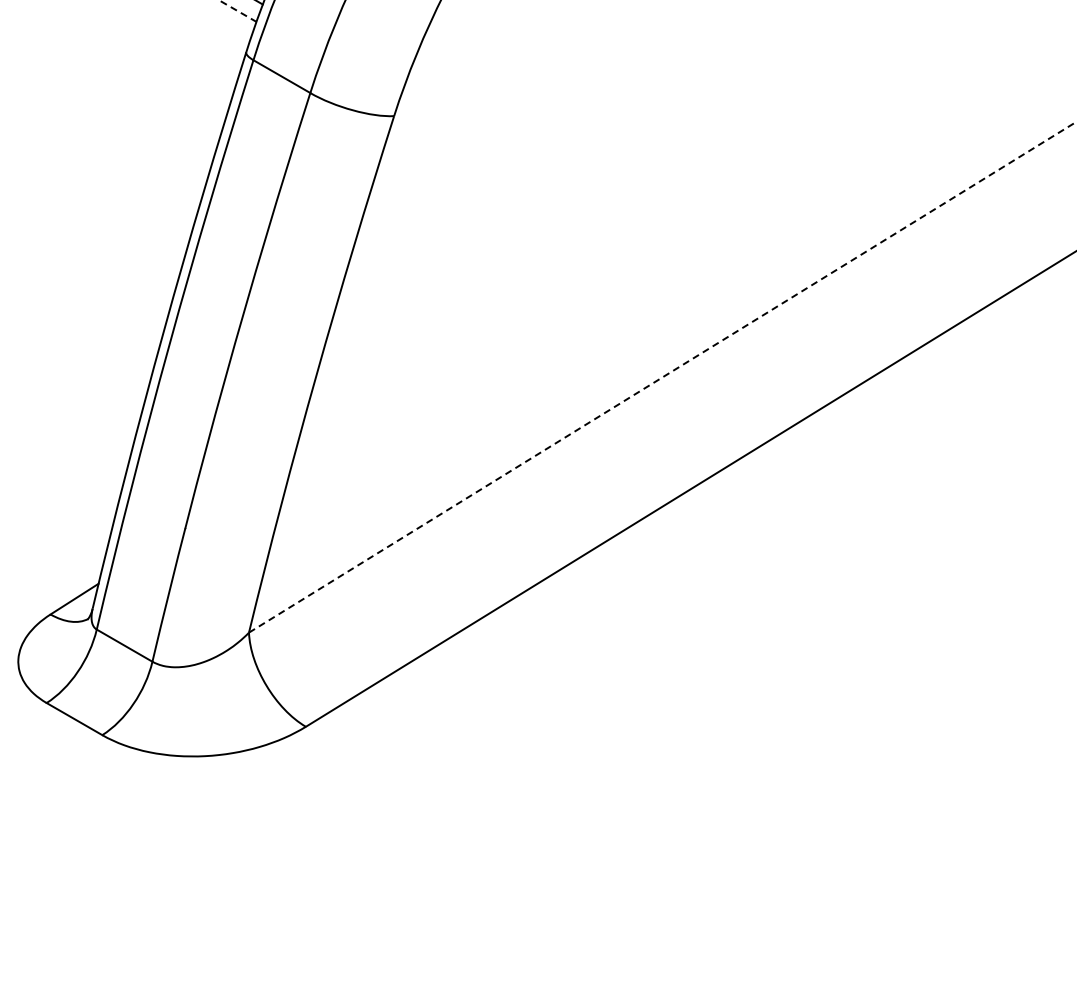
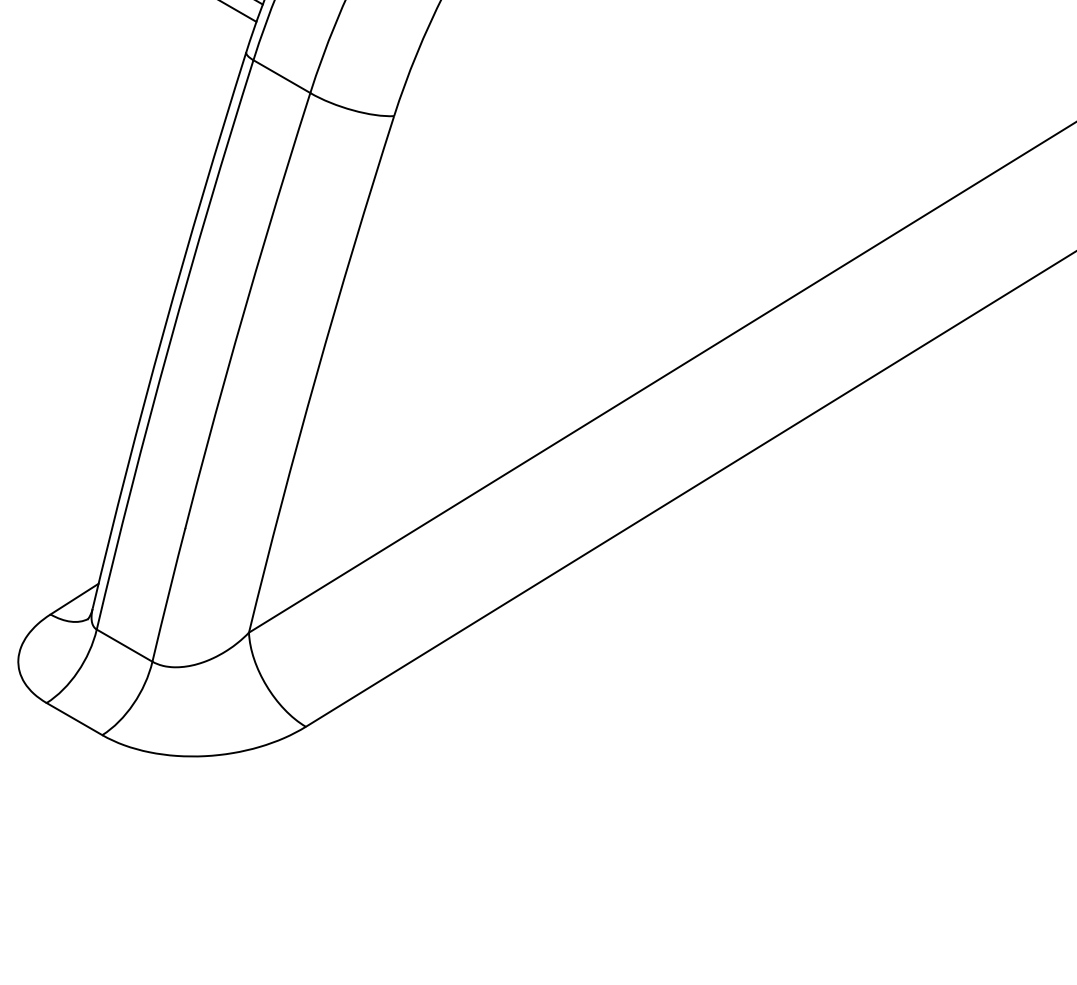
line at (238, 11): dashed -> solid
line at (663, 376): dashed -> solid
